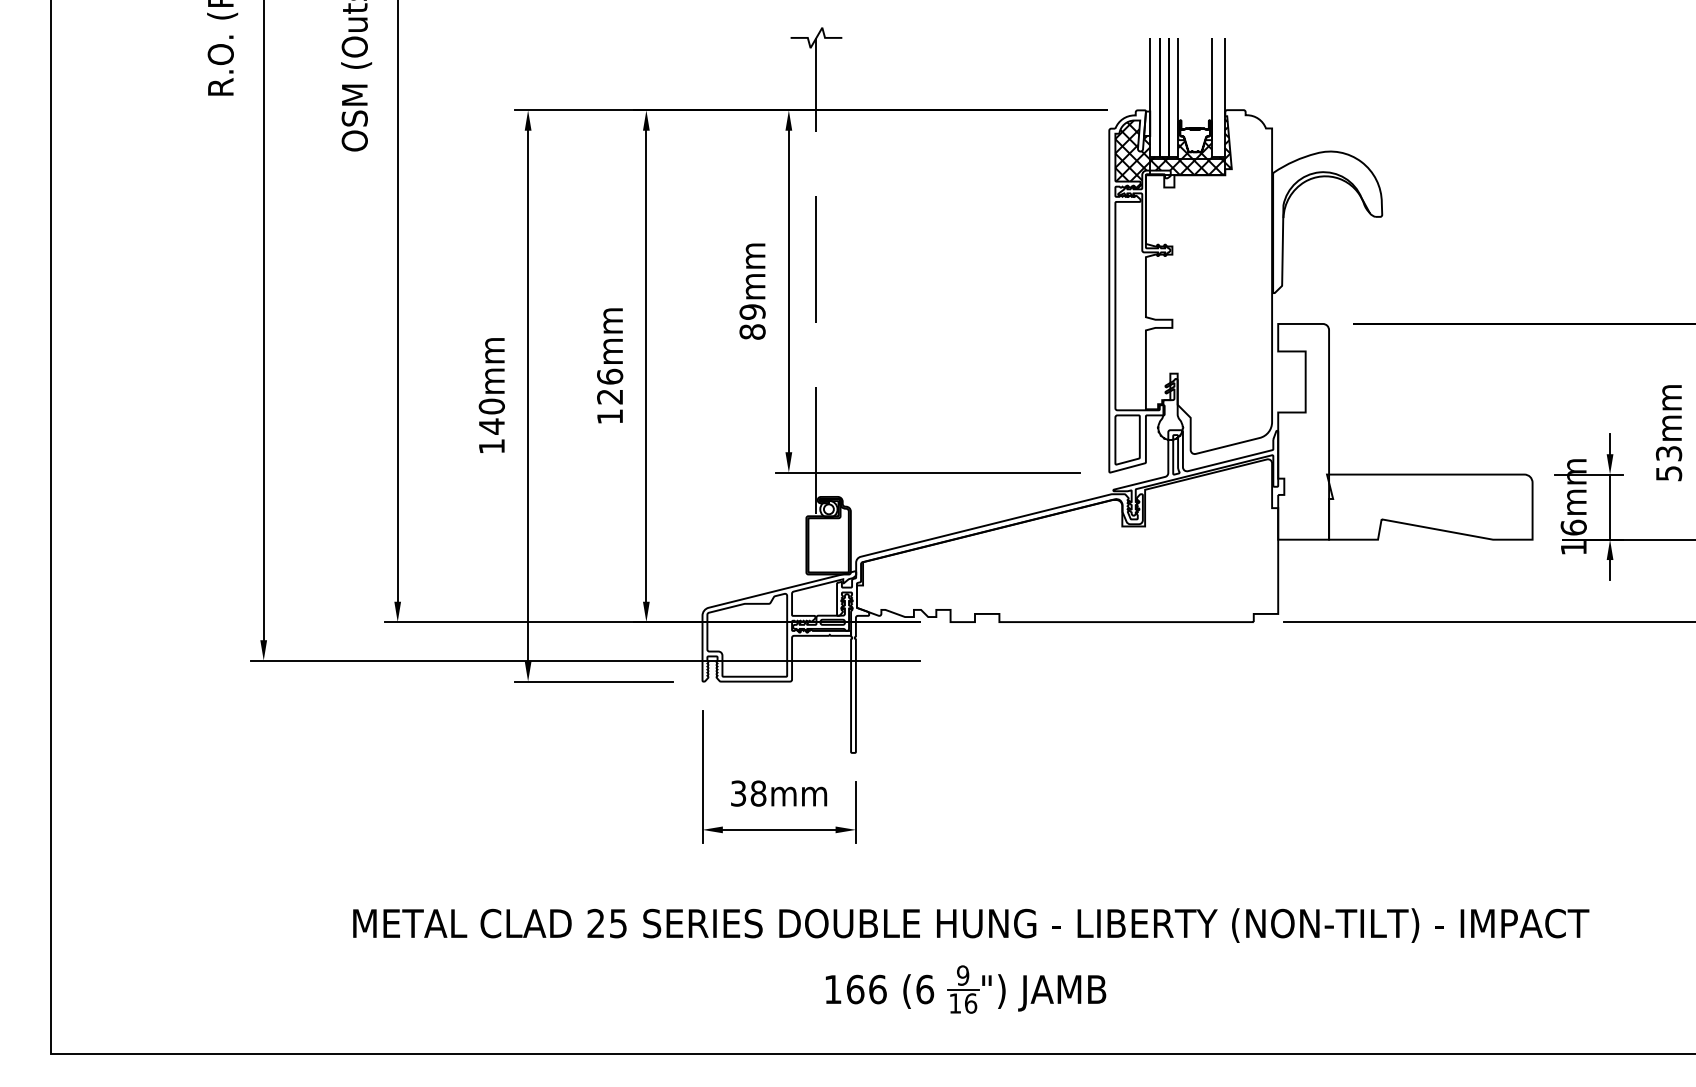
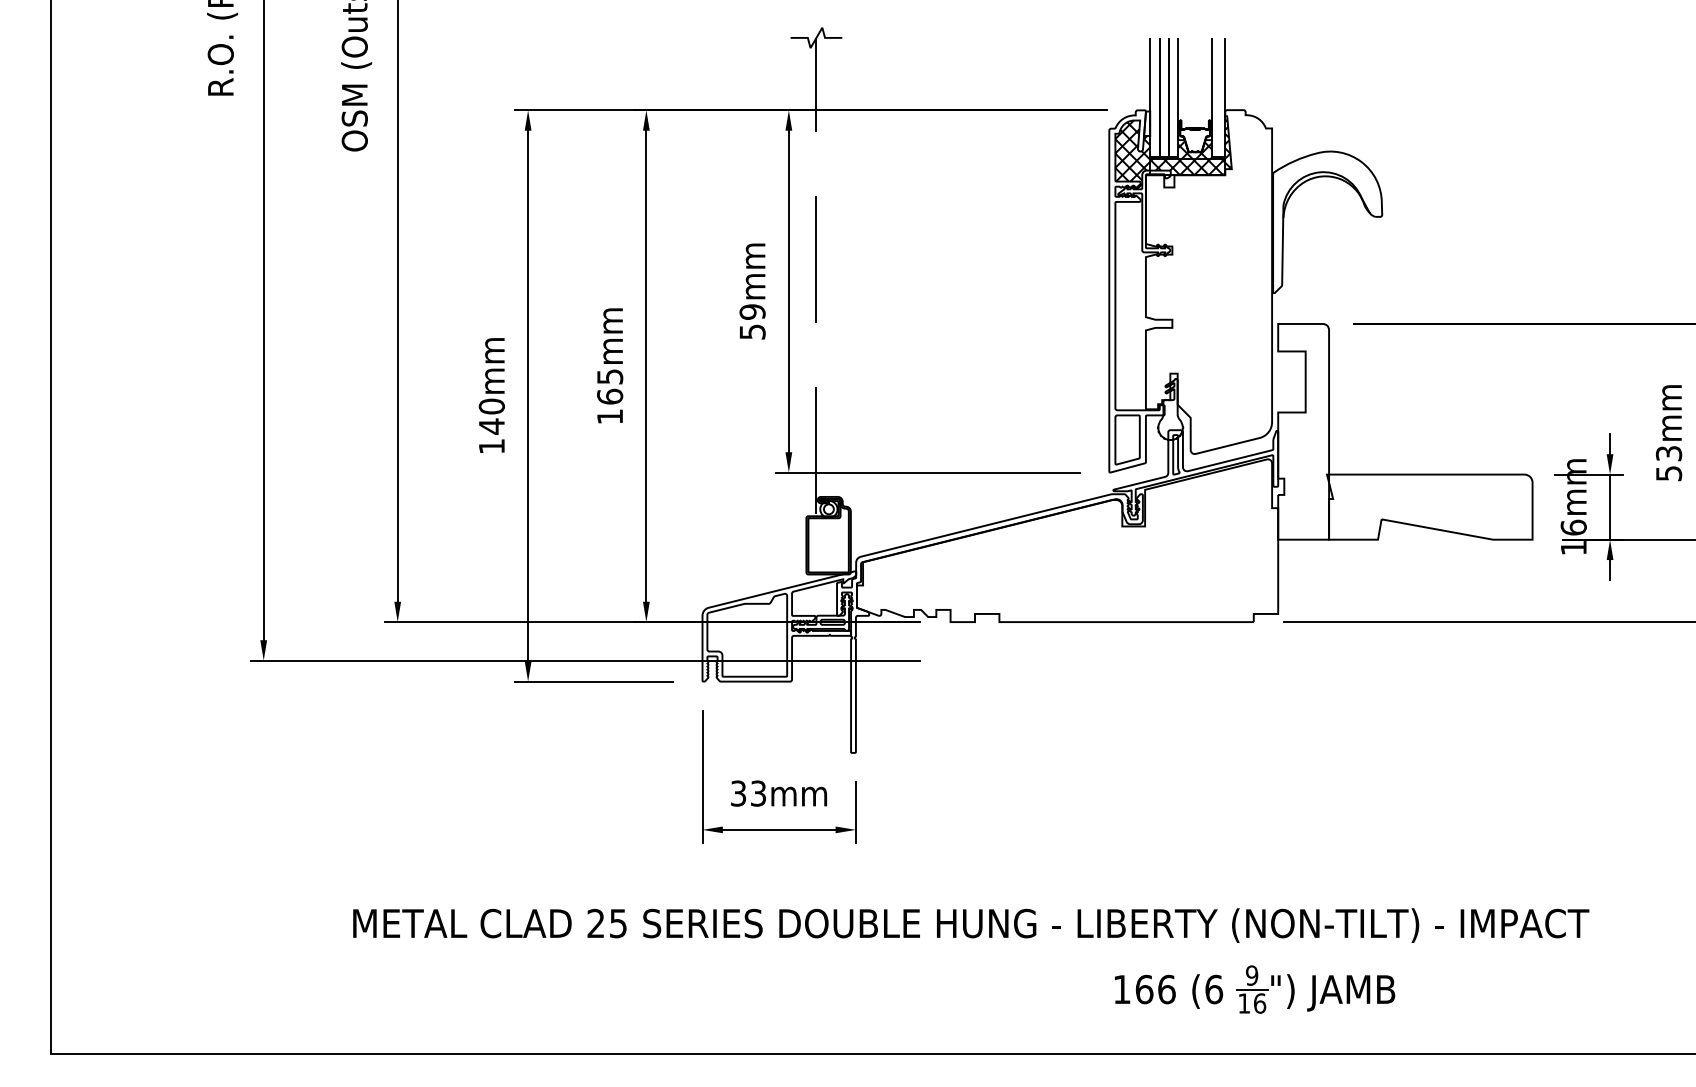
text at (752, 331): 89mm -> 59mm
text at (610, 386): 126mm -> 165mm
text at (758, 793): 38mm -> 33mm
part at (966, 989) position: (966, 989) -> (1255, 989)
